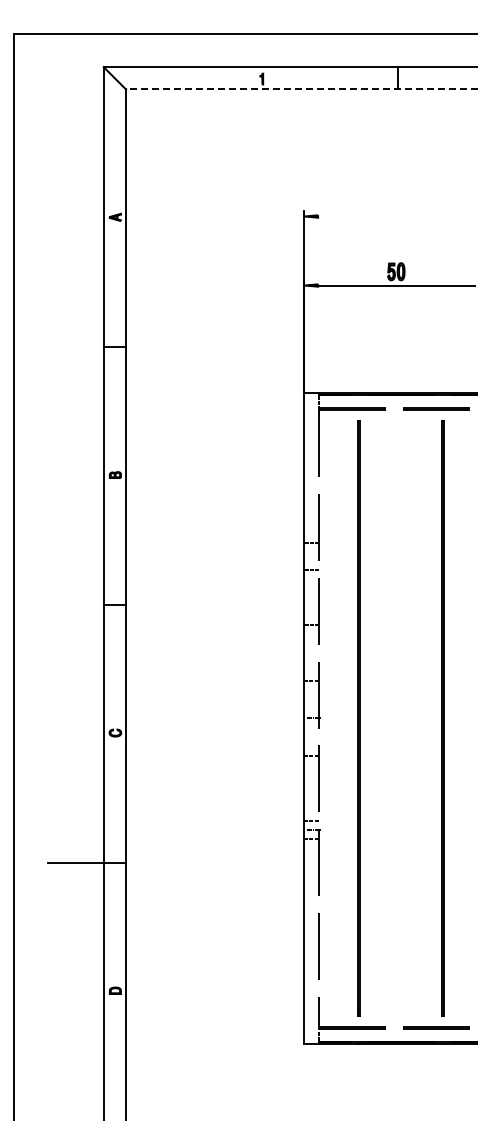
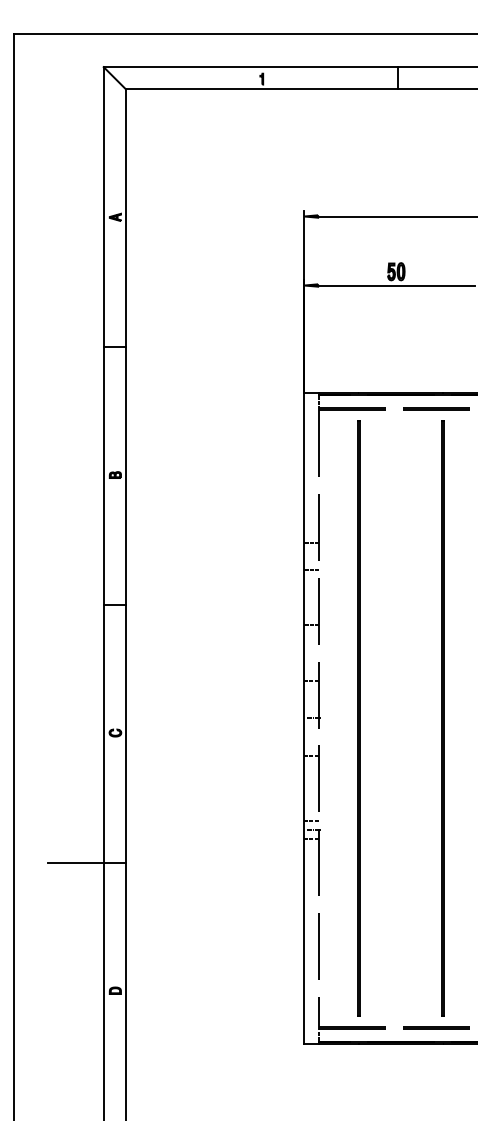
line at (301, 89): dashed -> solid
line at (396, 216): none -> present
